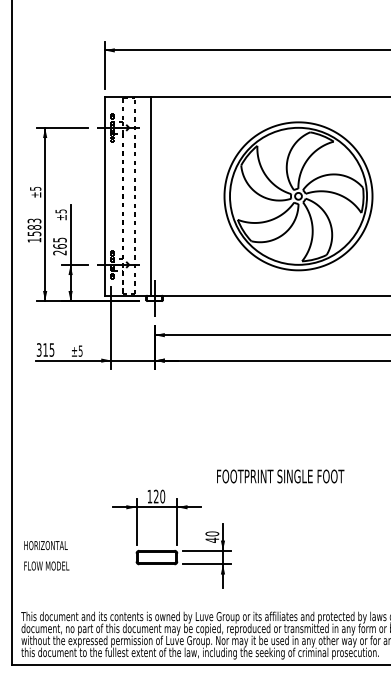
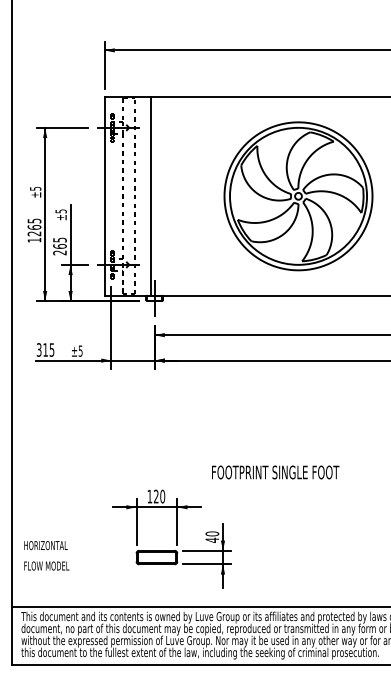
text at (34, 227): 1583 -> 1265
text at (280, 476) position: (280, 476) -> (275, 472)
line at (199, 607): none -> present
